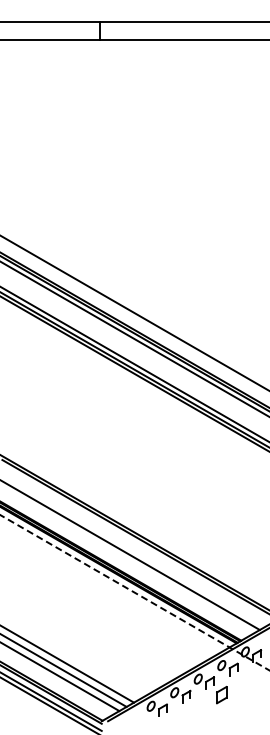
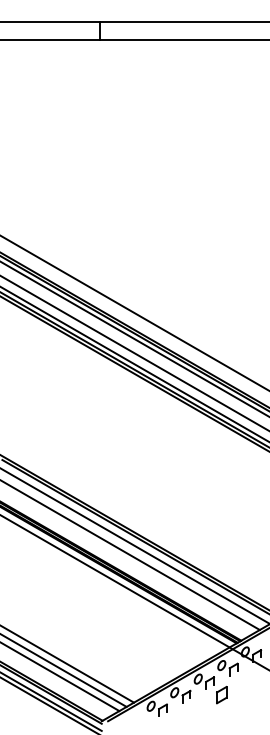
line at (134, 353): none -> present
line at (134, 545): none -> present
line at (135, 592): dashed -> solid
